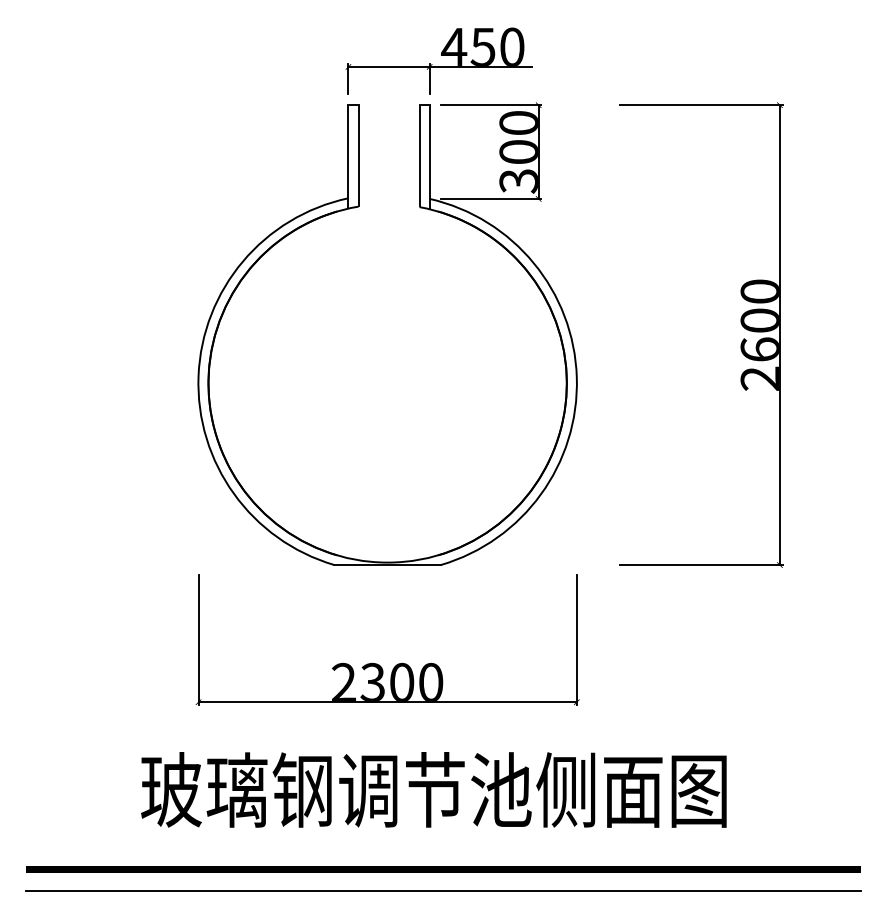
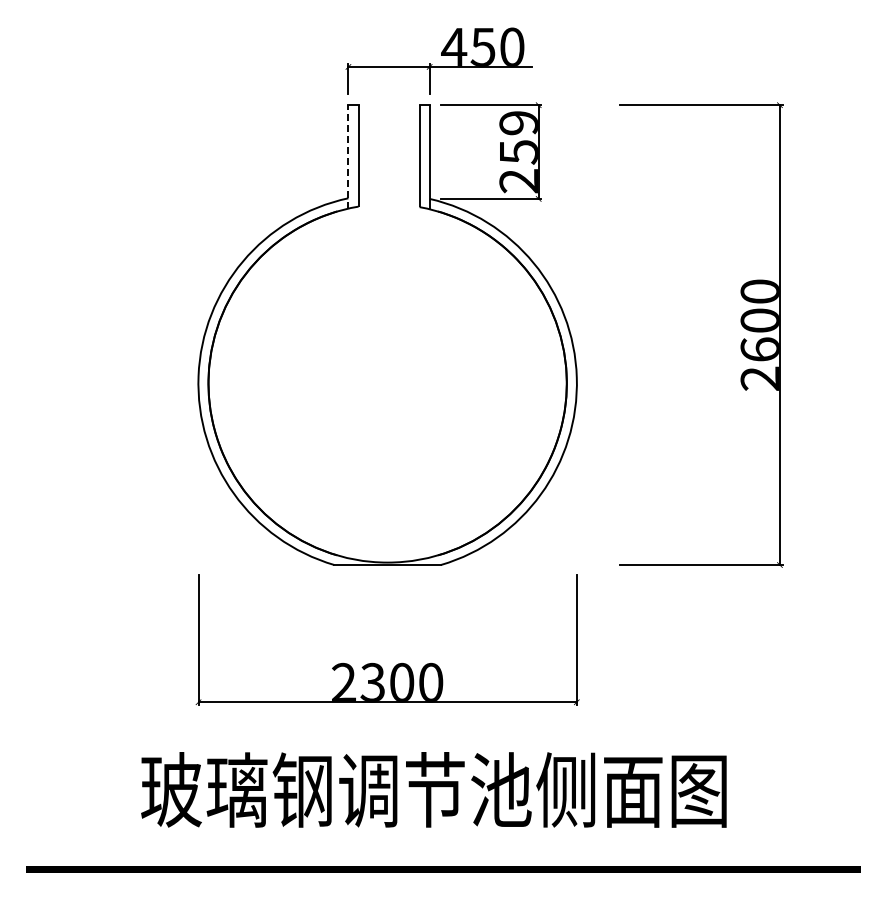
text at (518, 152): 300 -> 259
line at (348, 156): solid -> dashed
line at (443, 891): present -> none
